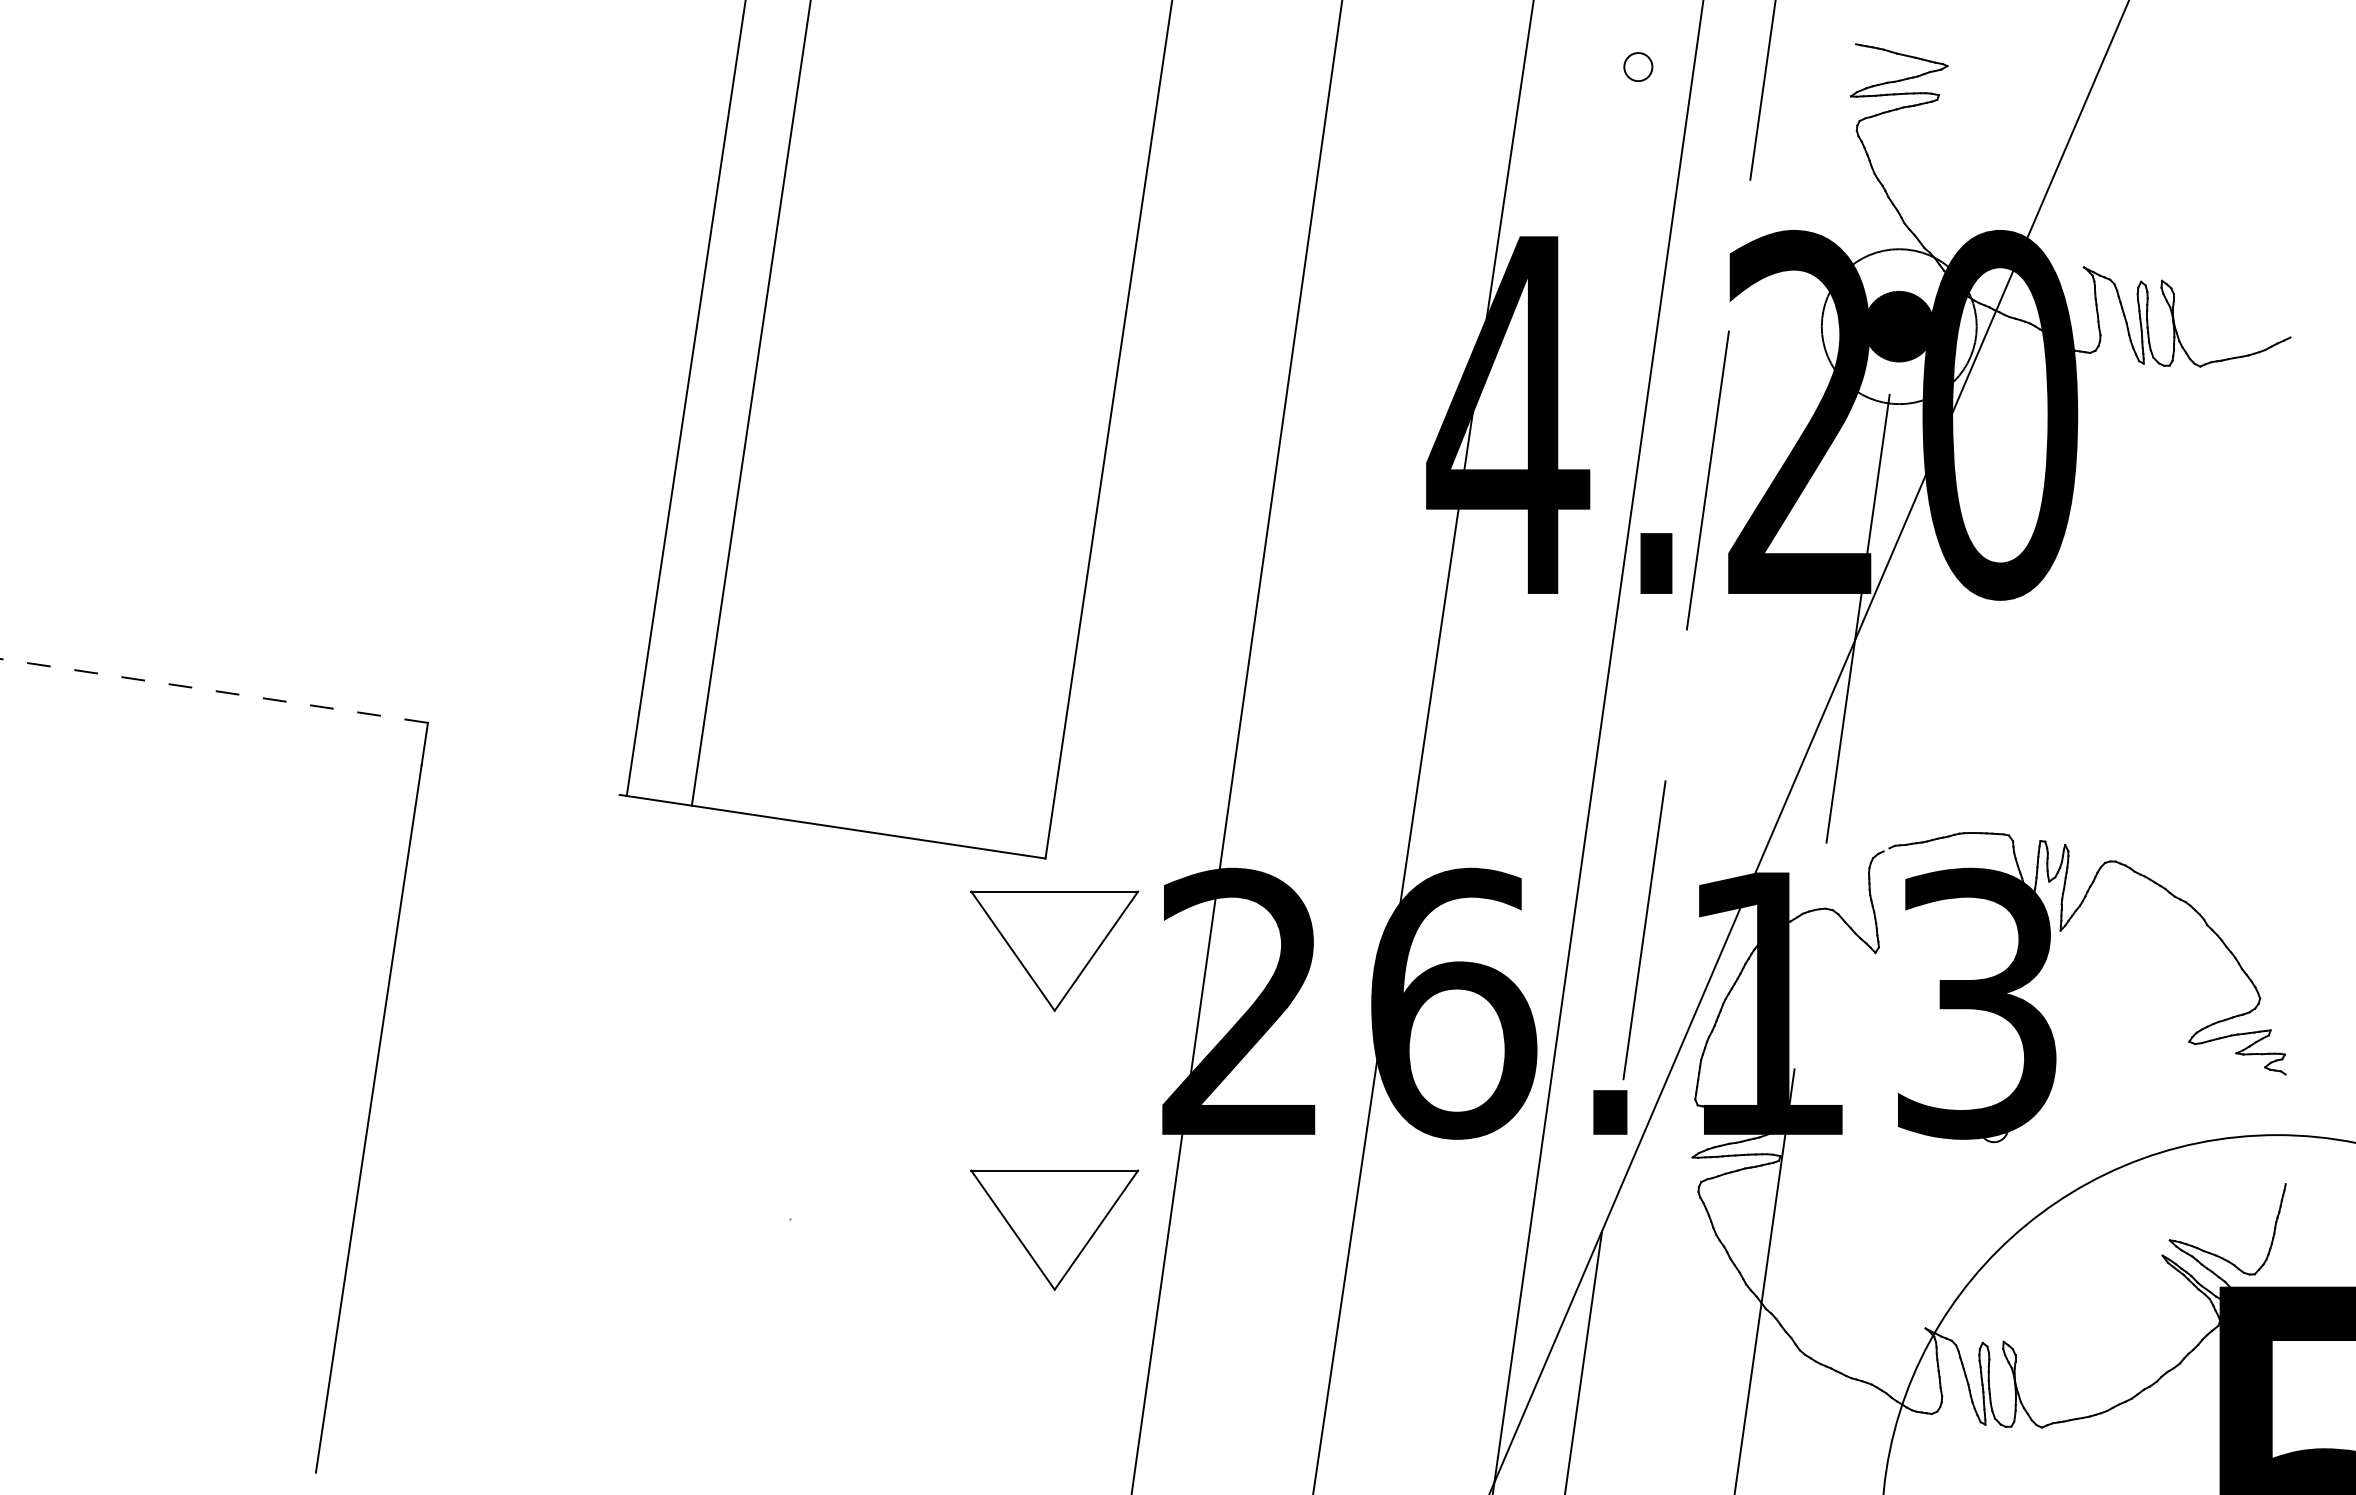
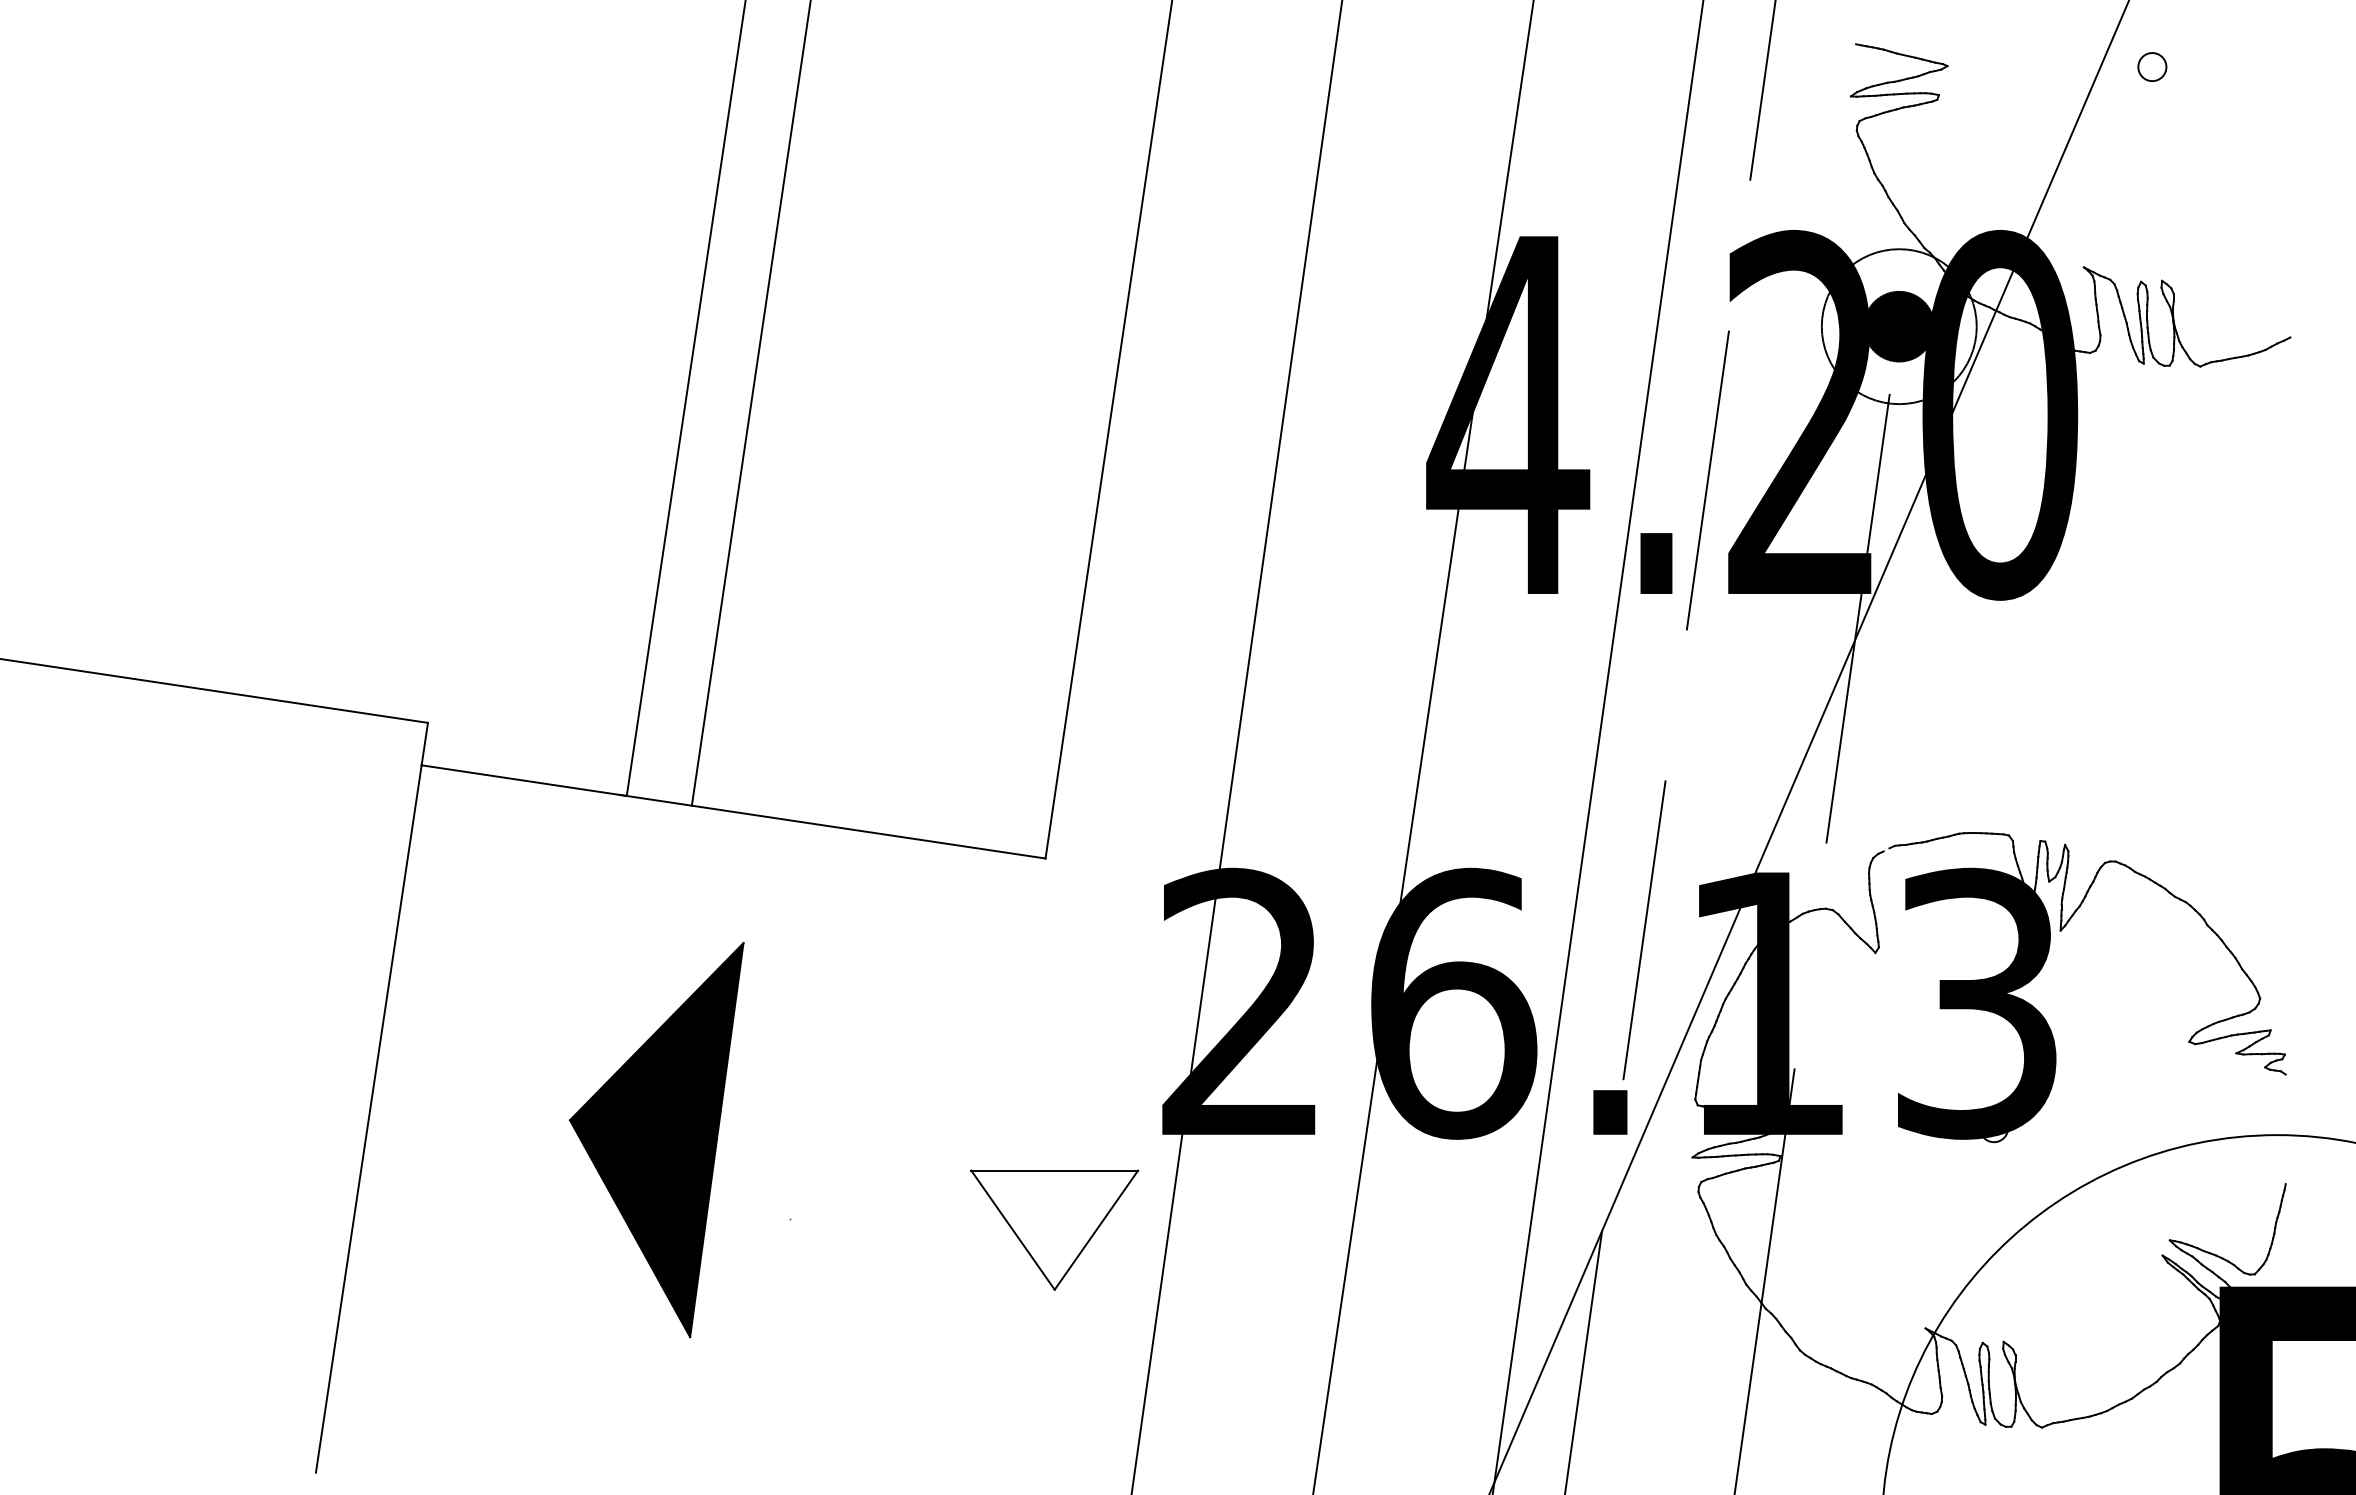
circle at (1638, 66) position: (1638, 66) -> (2152, 66)
line at (214, 690): dashed -> solid
line at (523, 780): none -> present
part at (1054, 950): present -> none
part at (656, 1140): none -> present
